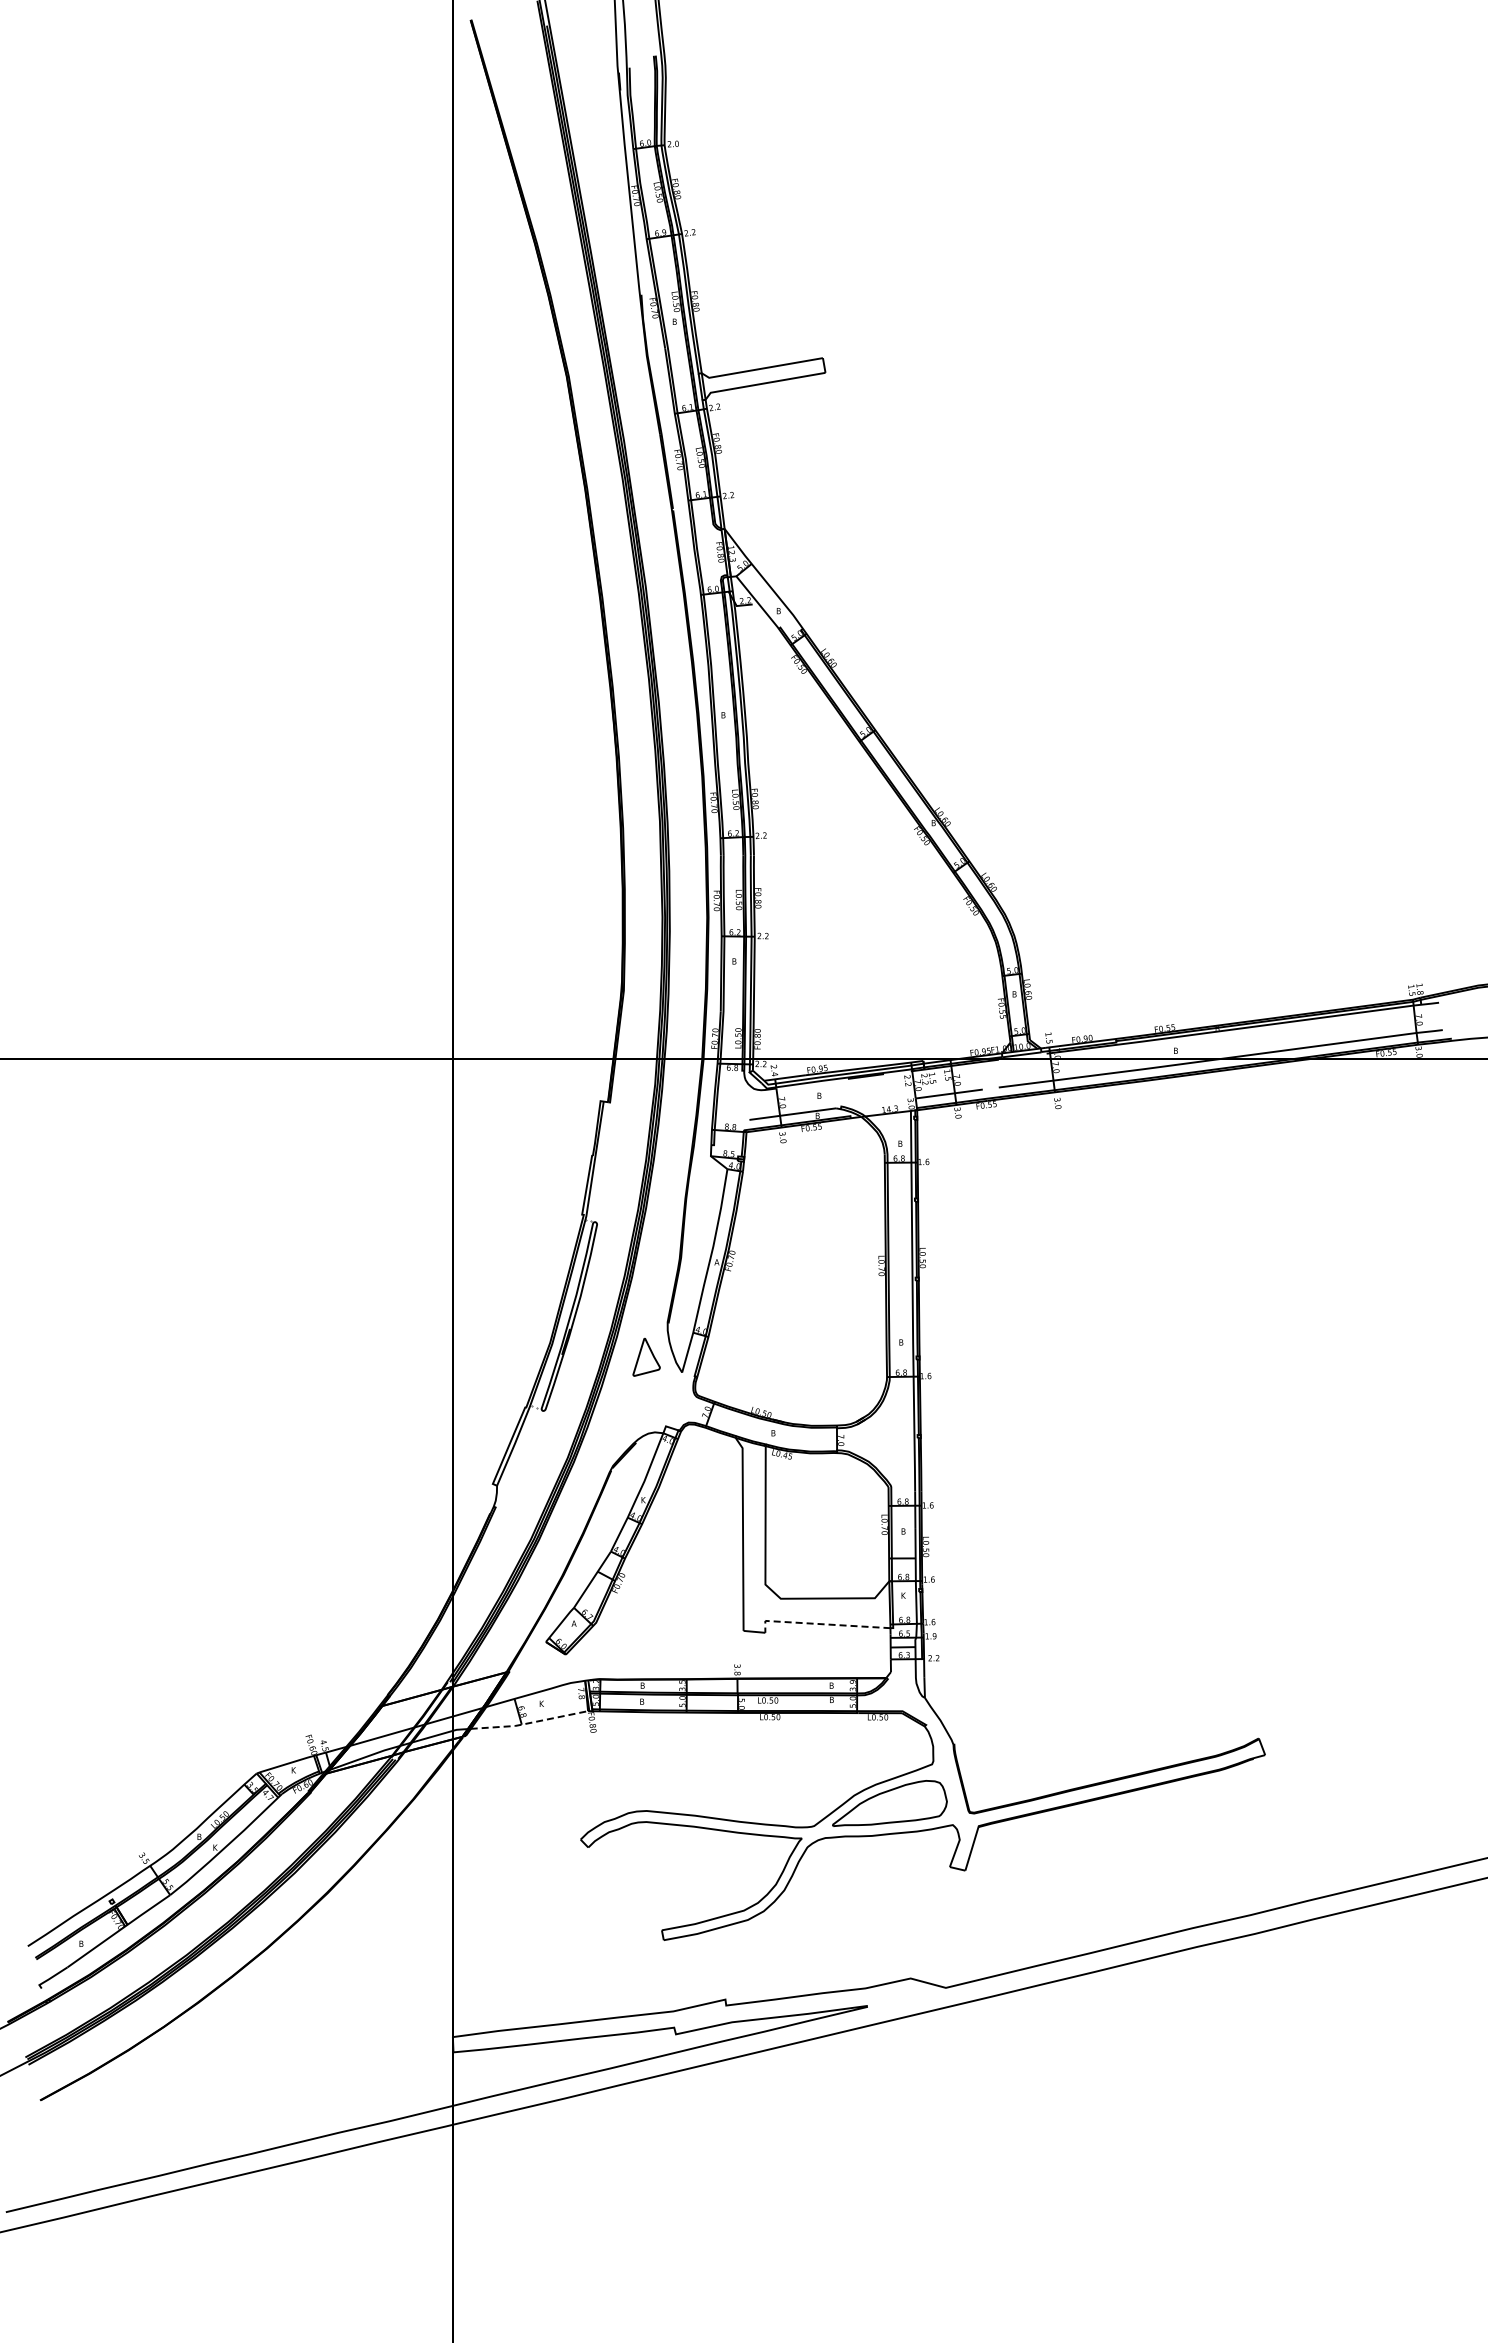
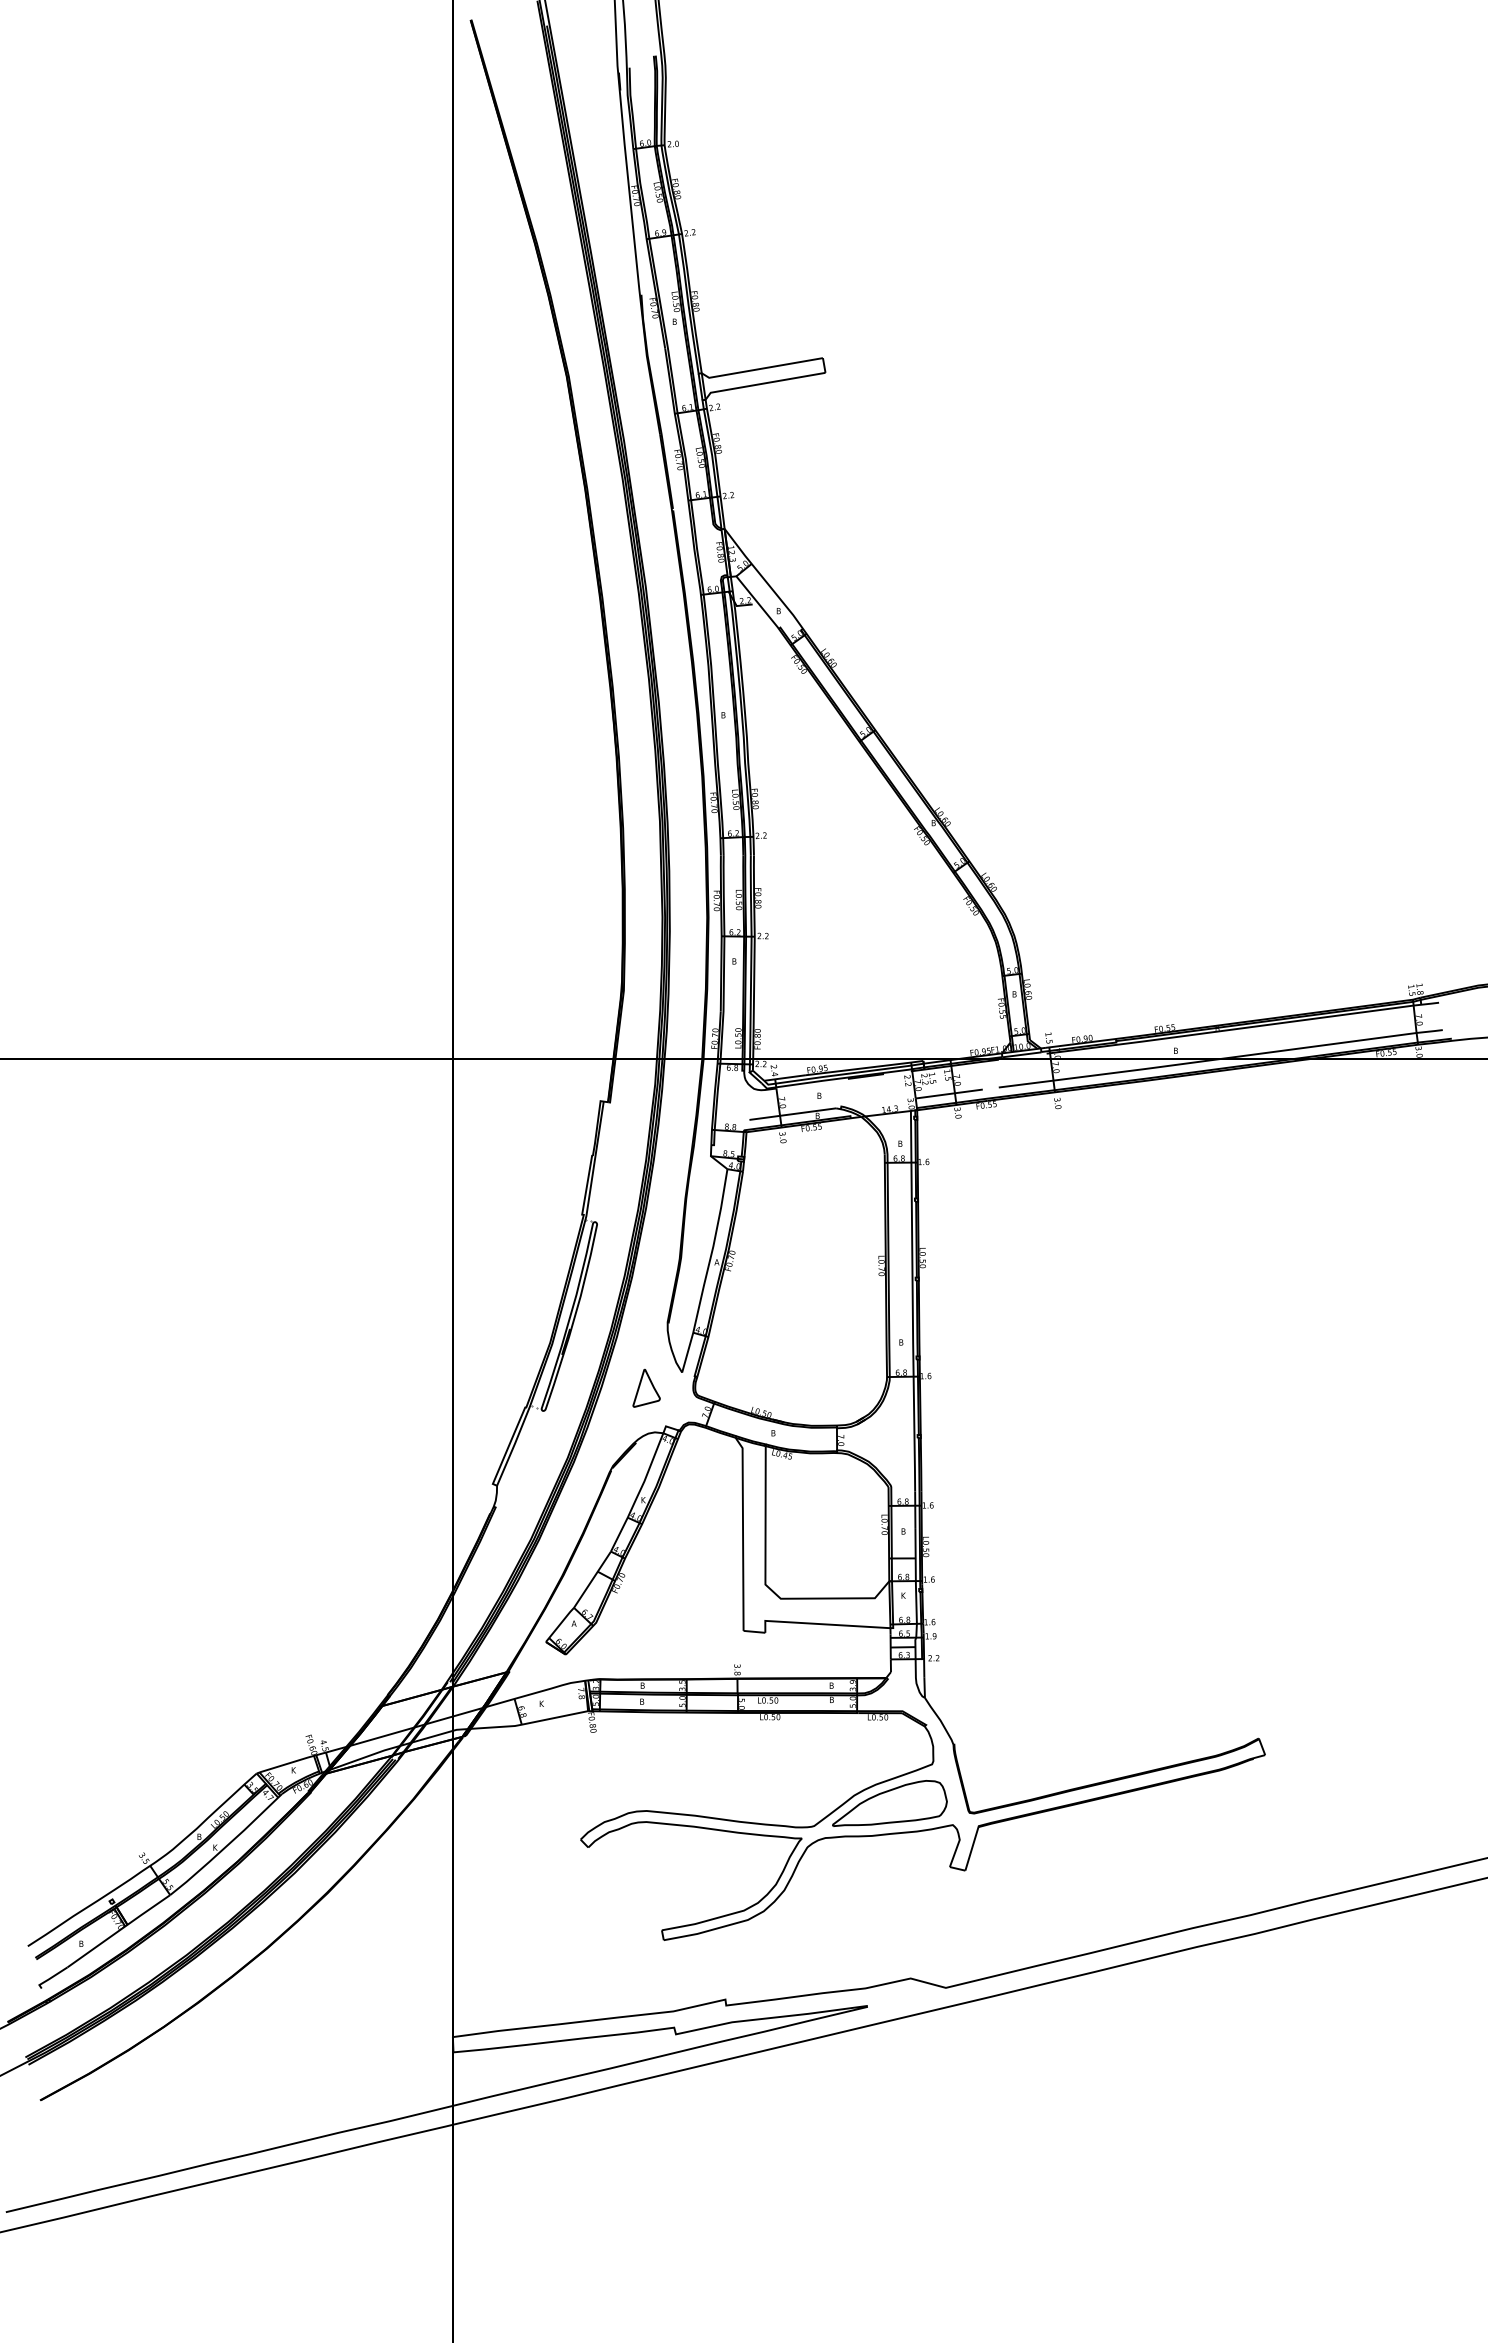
part at (646, 1356) position: (646, 1356) -> (646, 1387)
line at (820, 1624): dashed -> solid
line at (528, 1723): dashed -> solid
